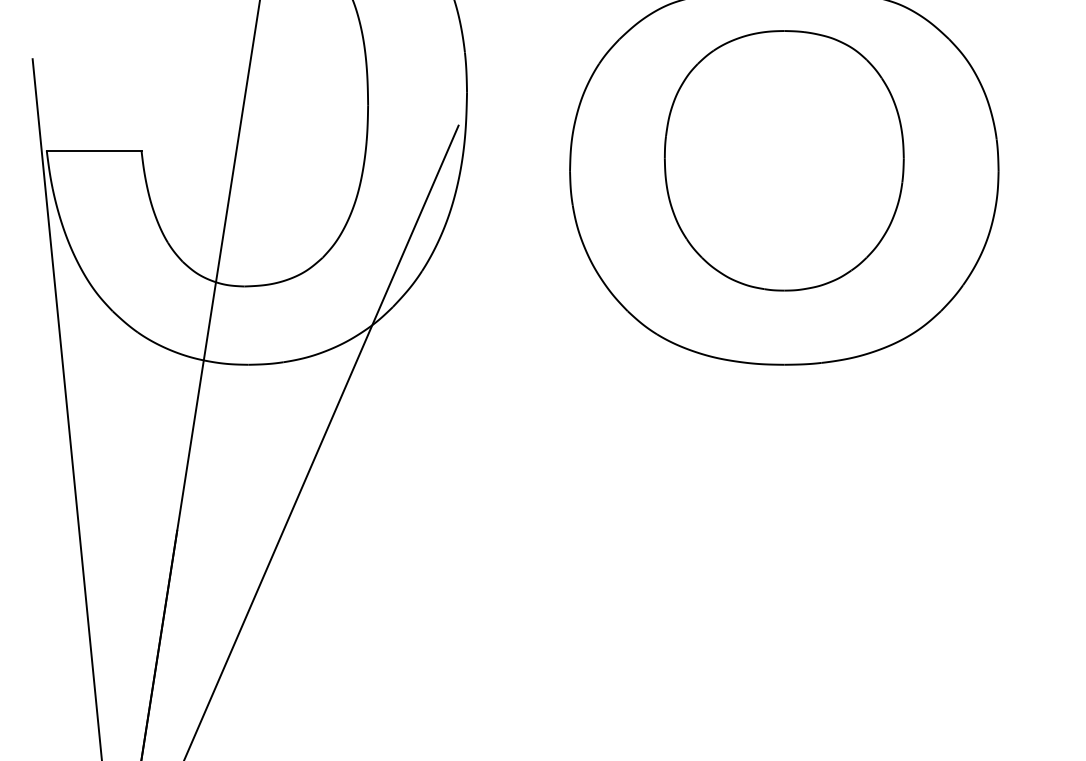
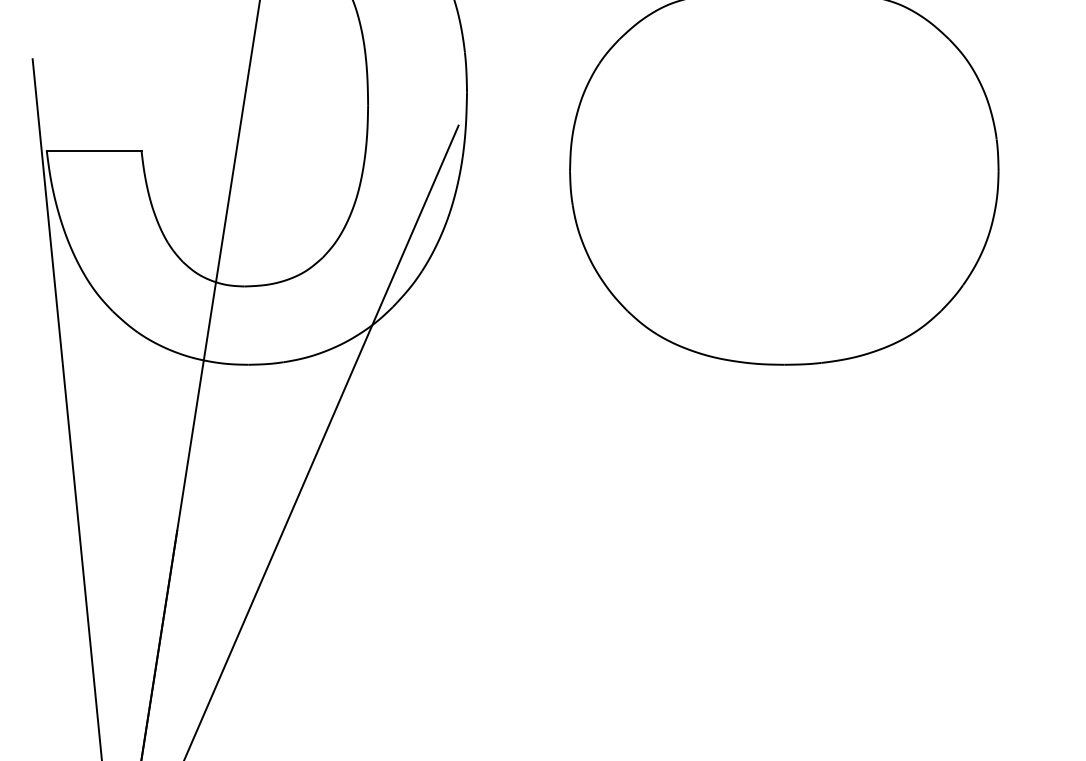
part at (784, 160): present -> none
